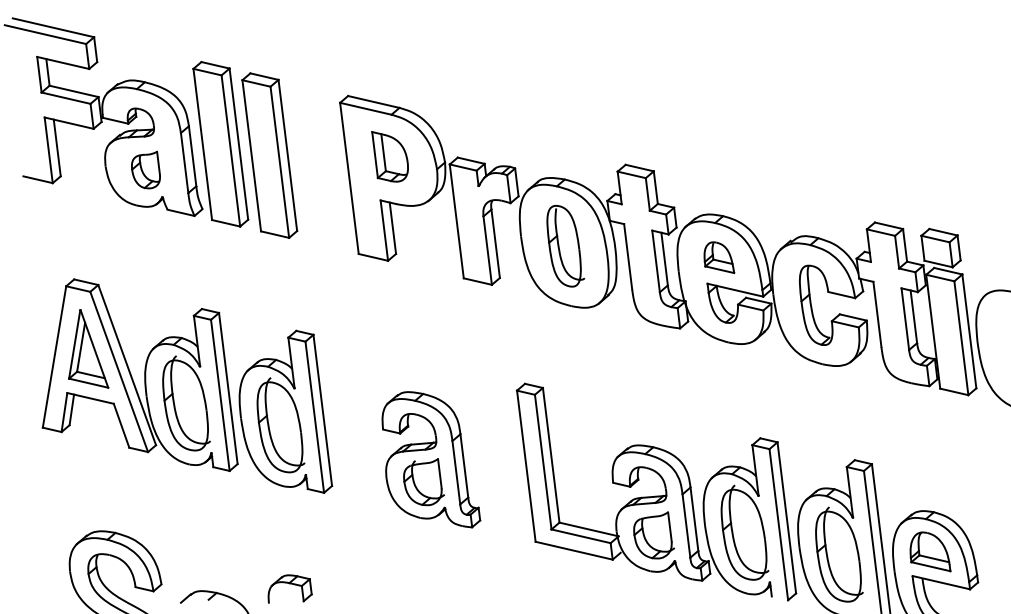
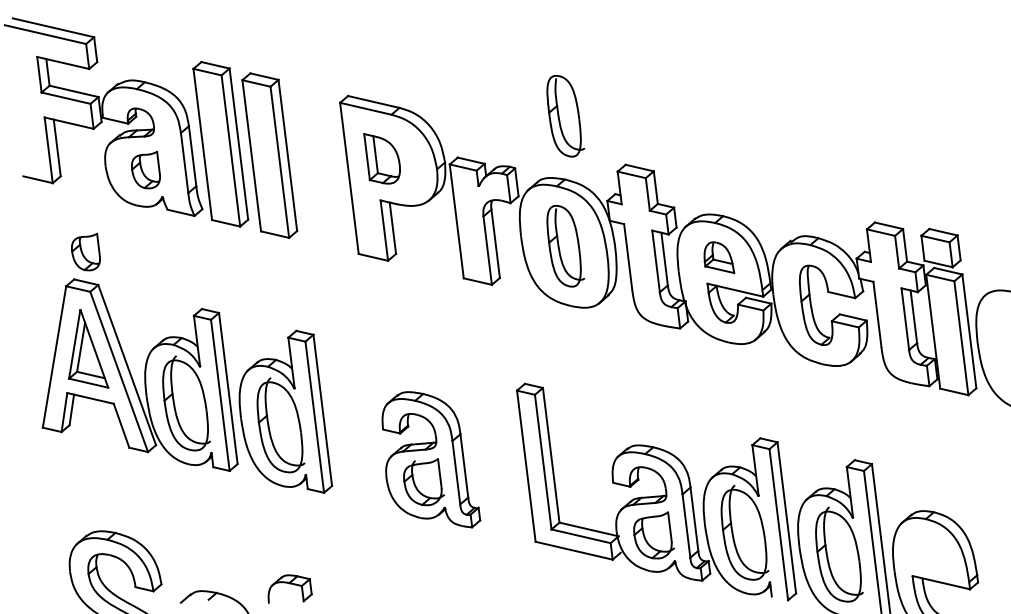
part at (565, 116): none -> present
part at (389, 156) position: (389, 156) -> (381, 158)
part at (85, 251): none -> present
part at (930, 551): present -> none
